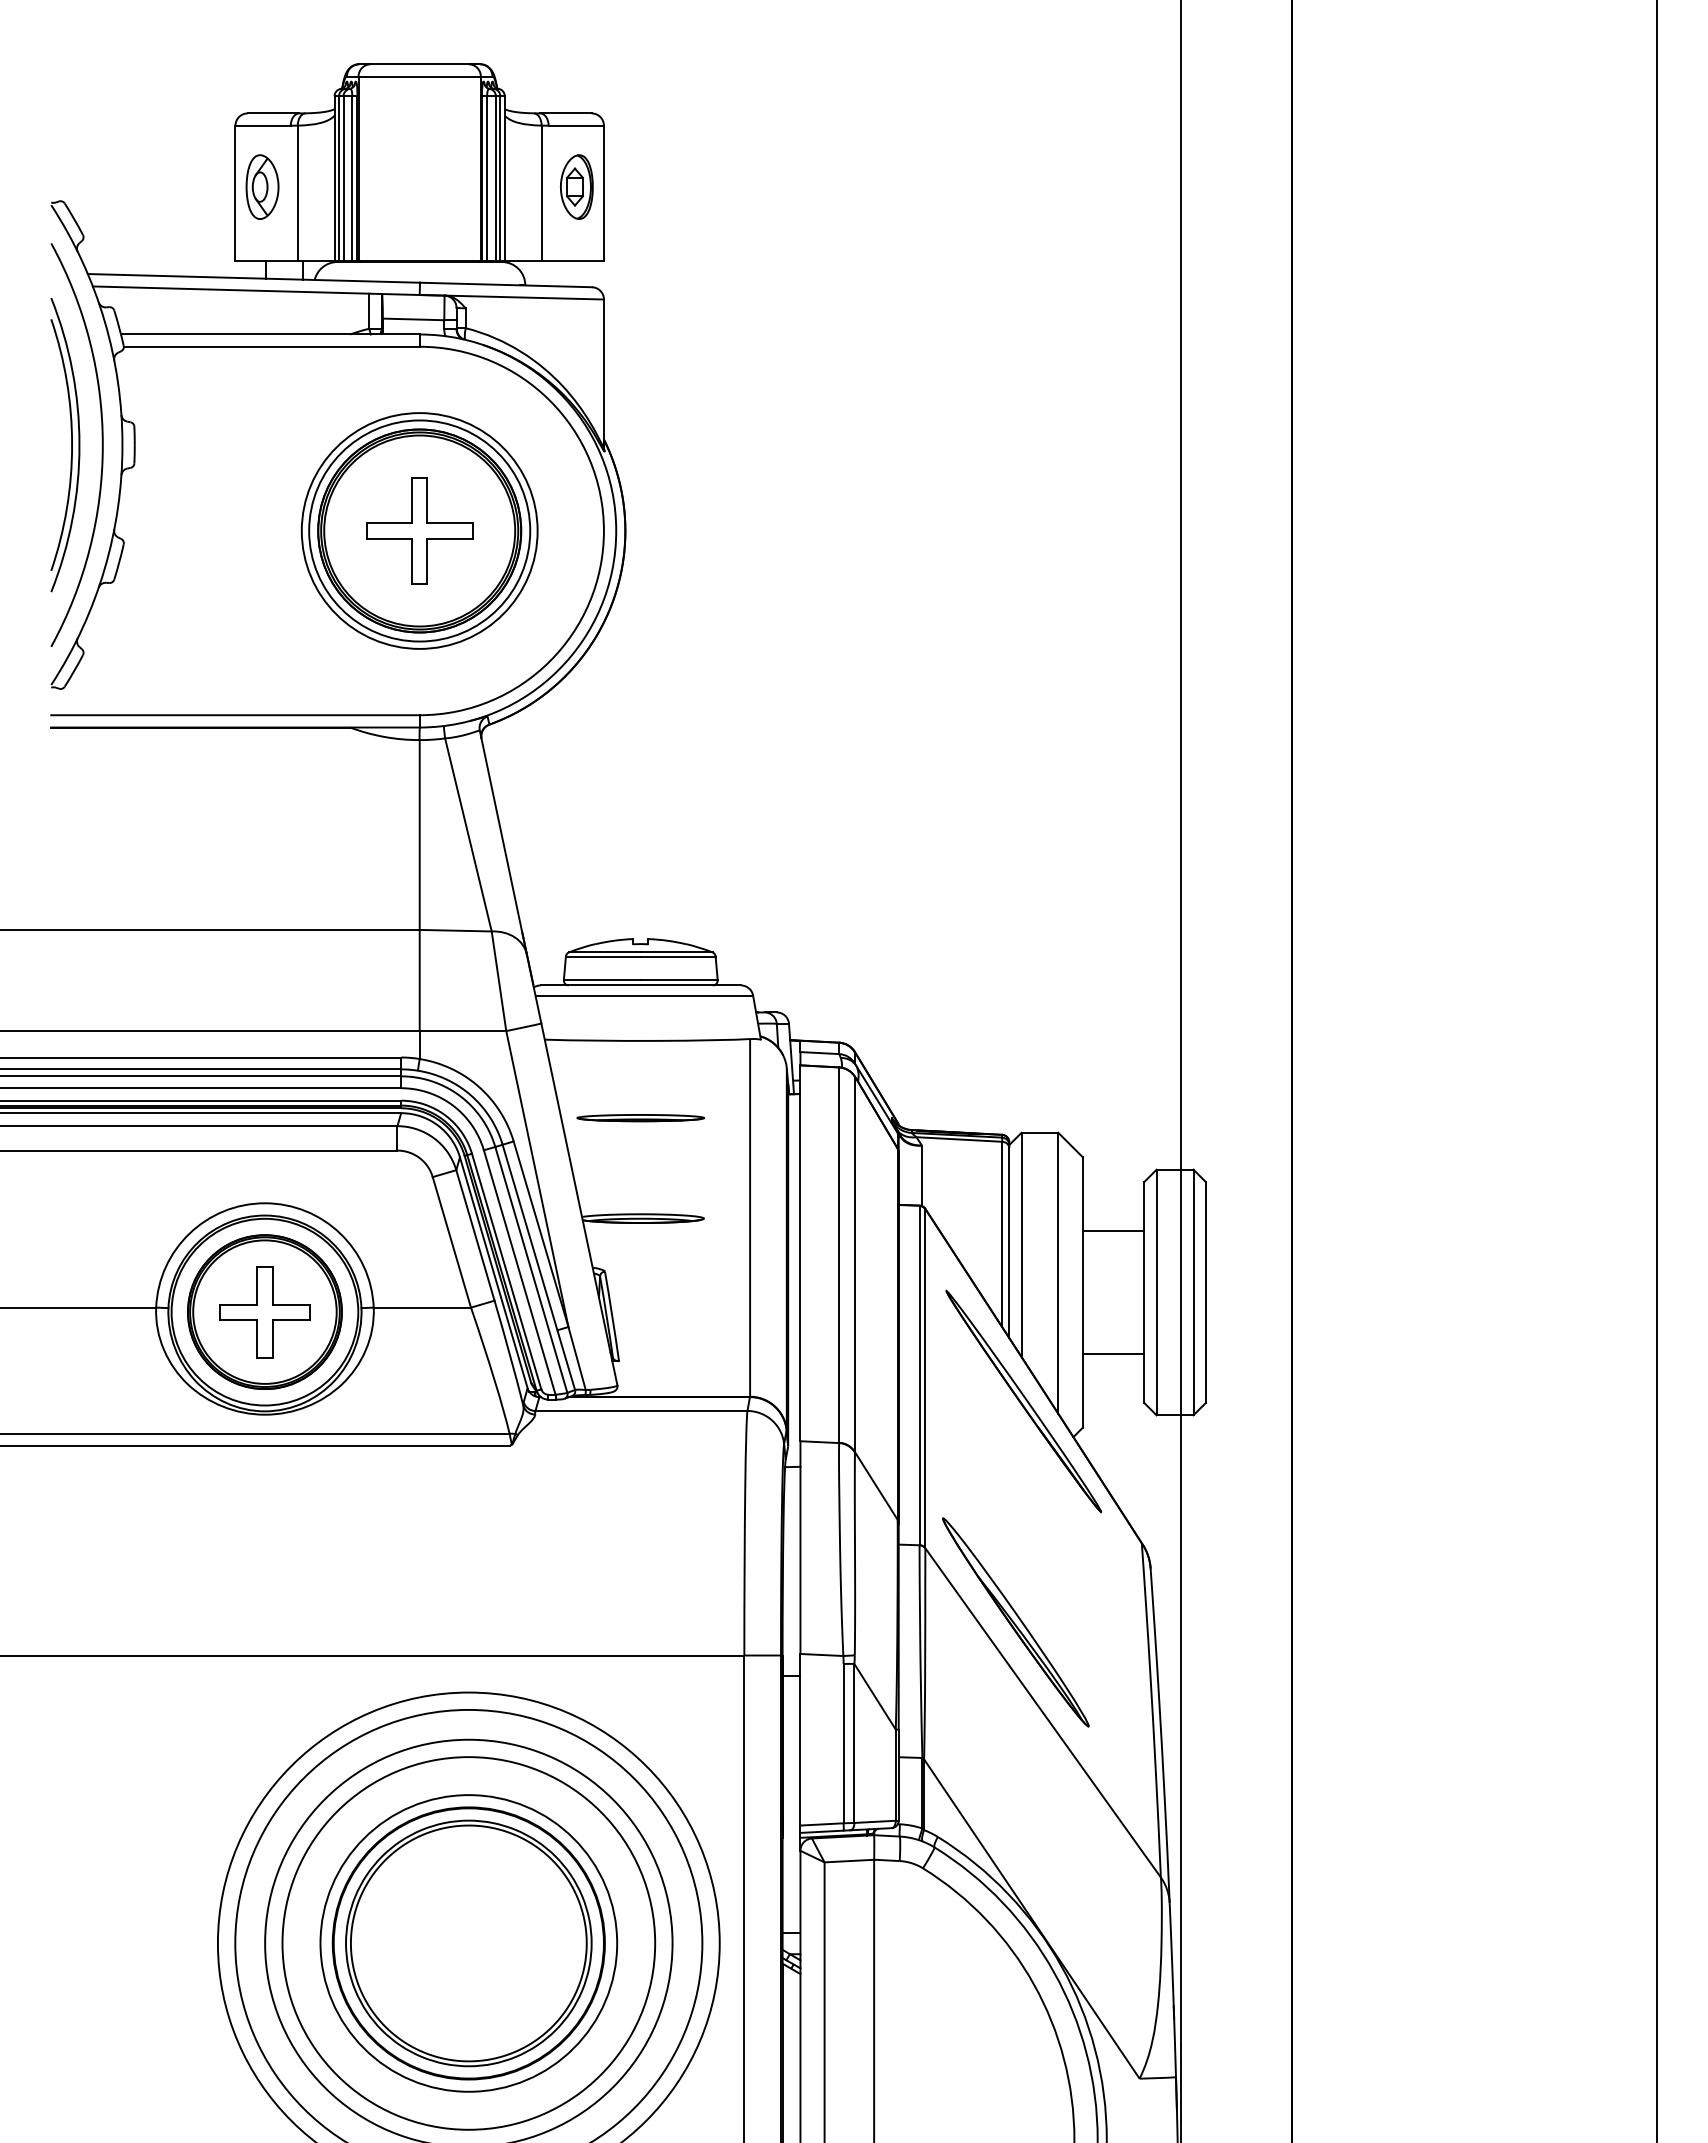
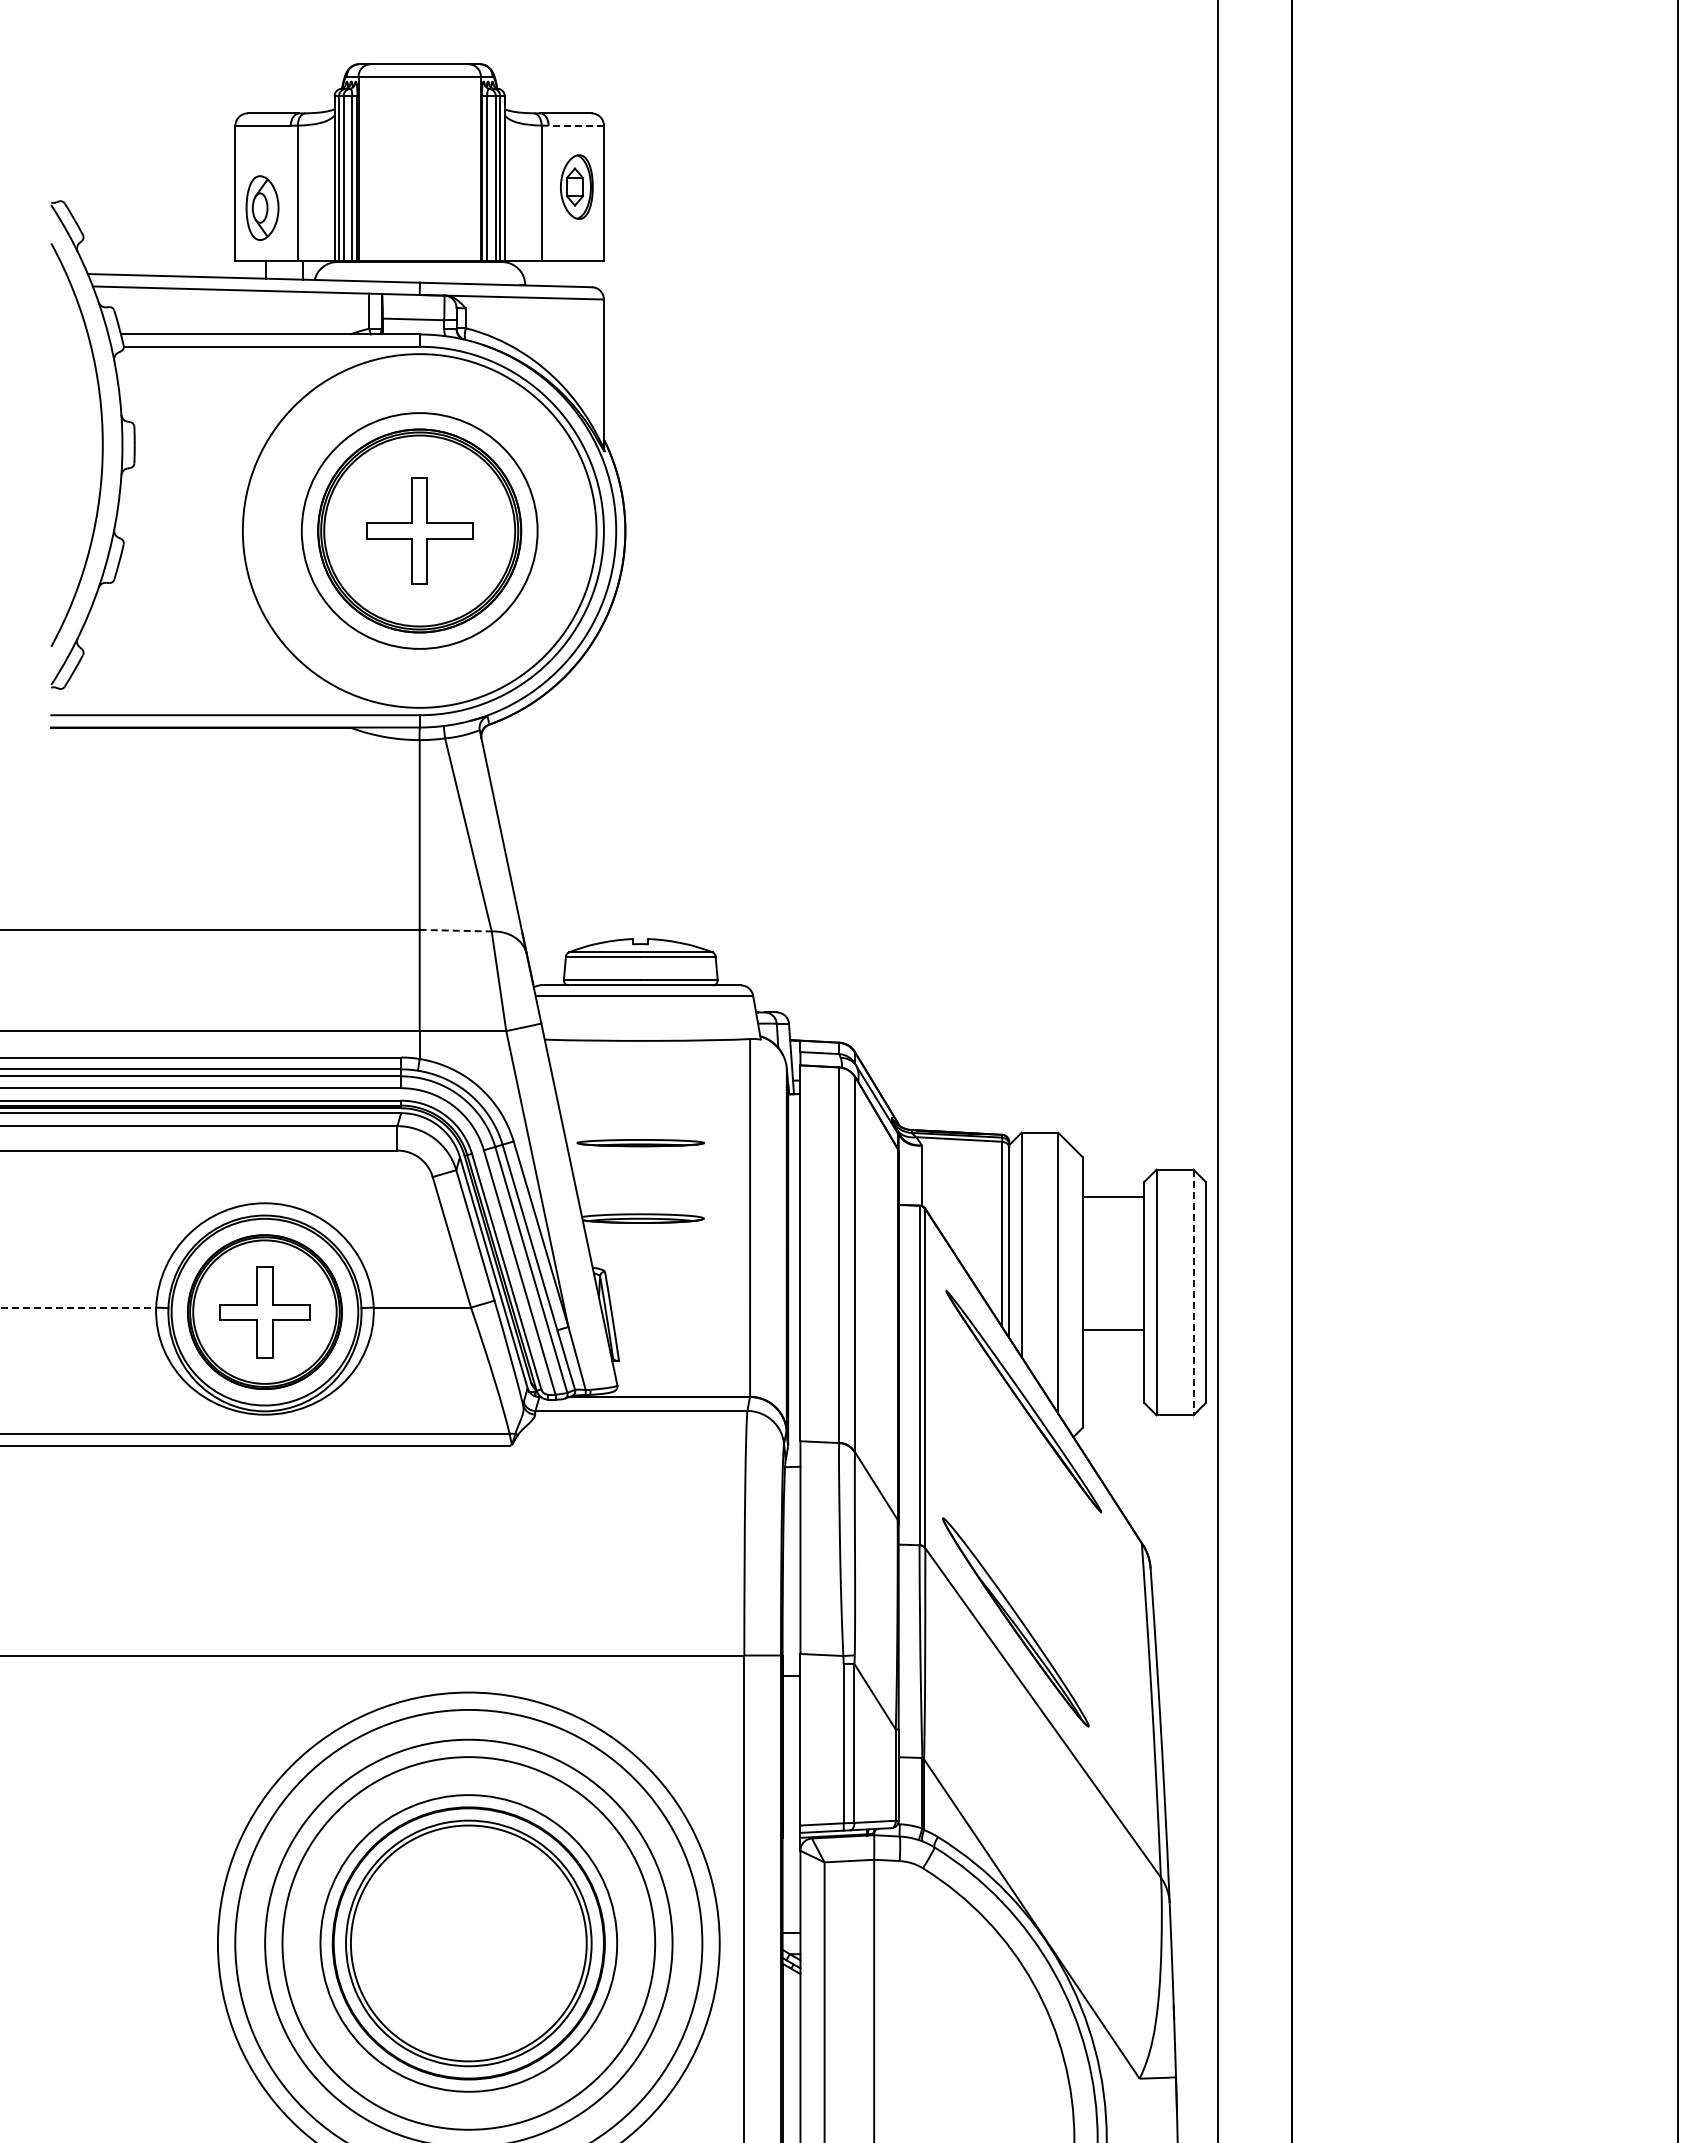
line at (576, 125): solid -> dashed
part at (262, 186) position: (262, 186) -> (262, 207)
part at (65, 445): present -> none
circle at (419, 530) diameter: 221 px -> 354 px
line at (456, 930): solid -> dashed
line at (1181, 1070) position: (1181, 1070) -> (1218, 1070)
line at (1656, 1070) position: (1656, 1070) -> (1677, 1070)
part at (640, 1118) position: (640, 1118) -> (640, 1143)
line at (1113, 1231) position: (1113, 1231) -> (1113, 1197)
line at (1193, 1292): solid -> dashed
line at (78, 1307): solid -> dashed
line at (1113, 1353) position: (1113, 1353) -> (1113, 1329)
